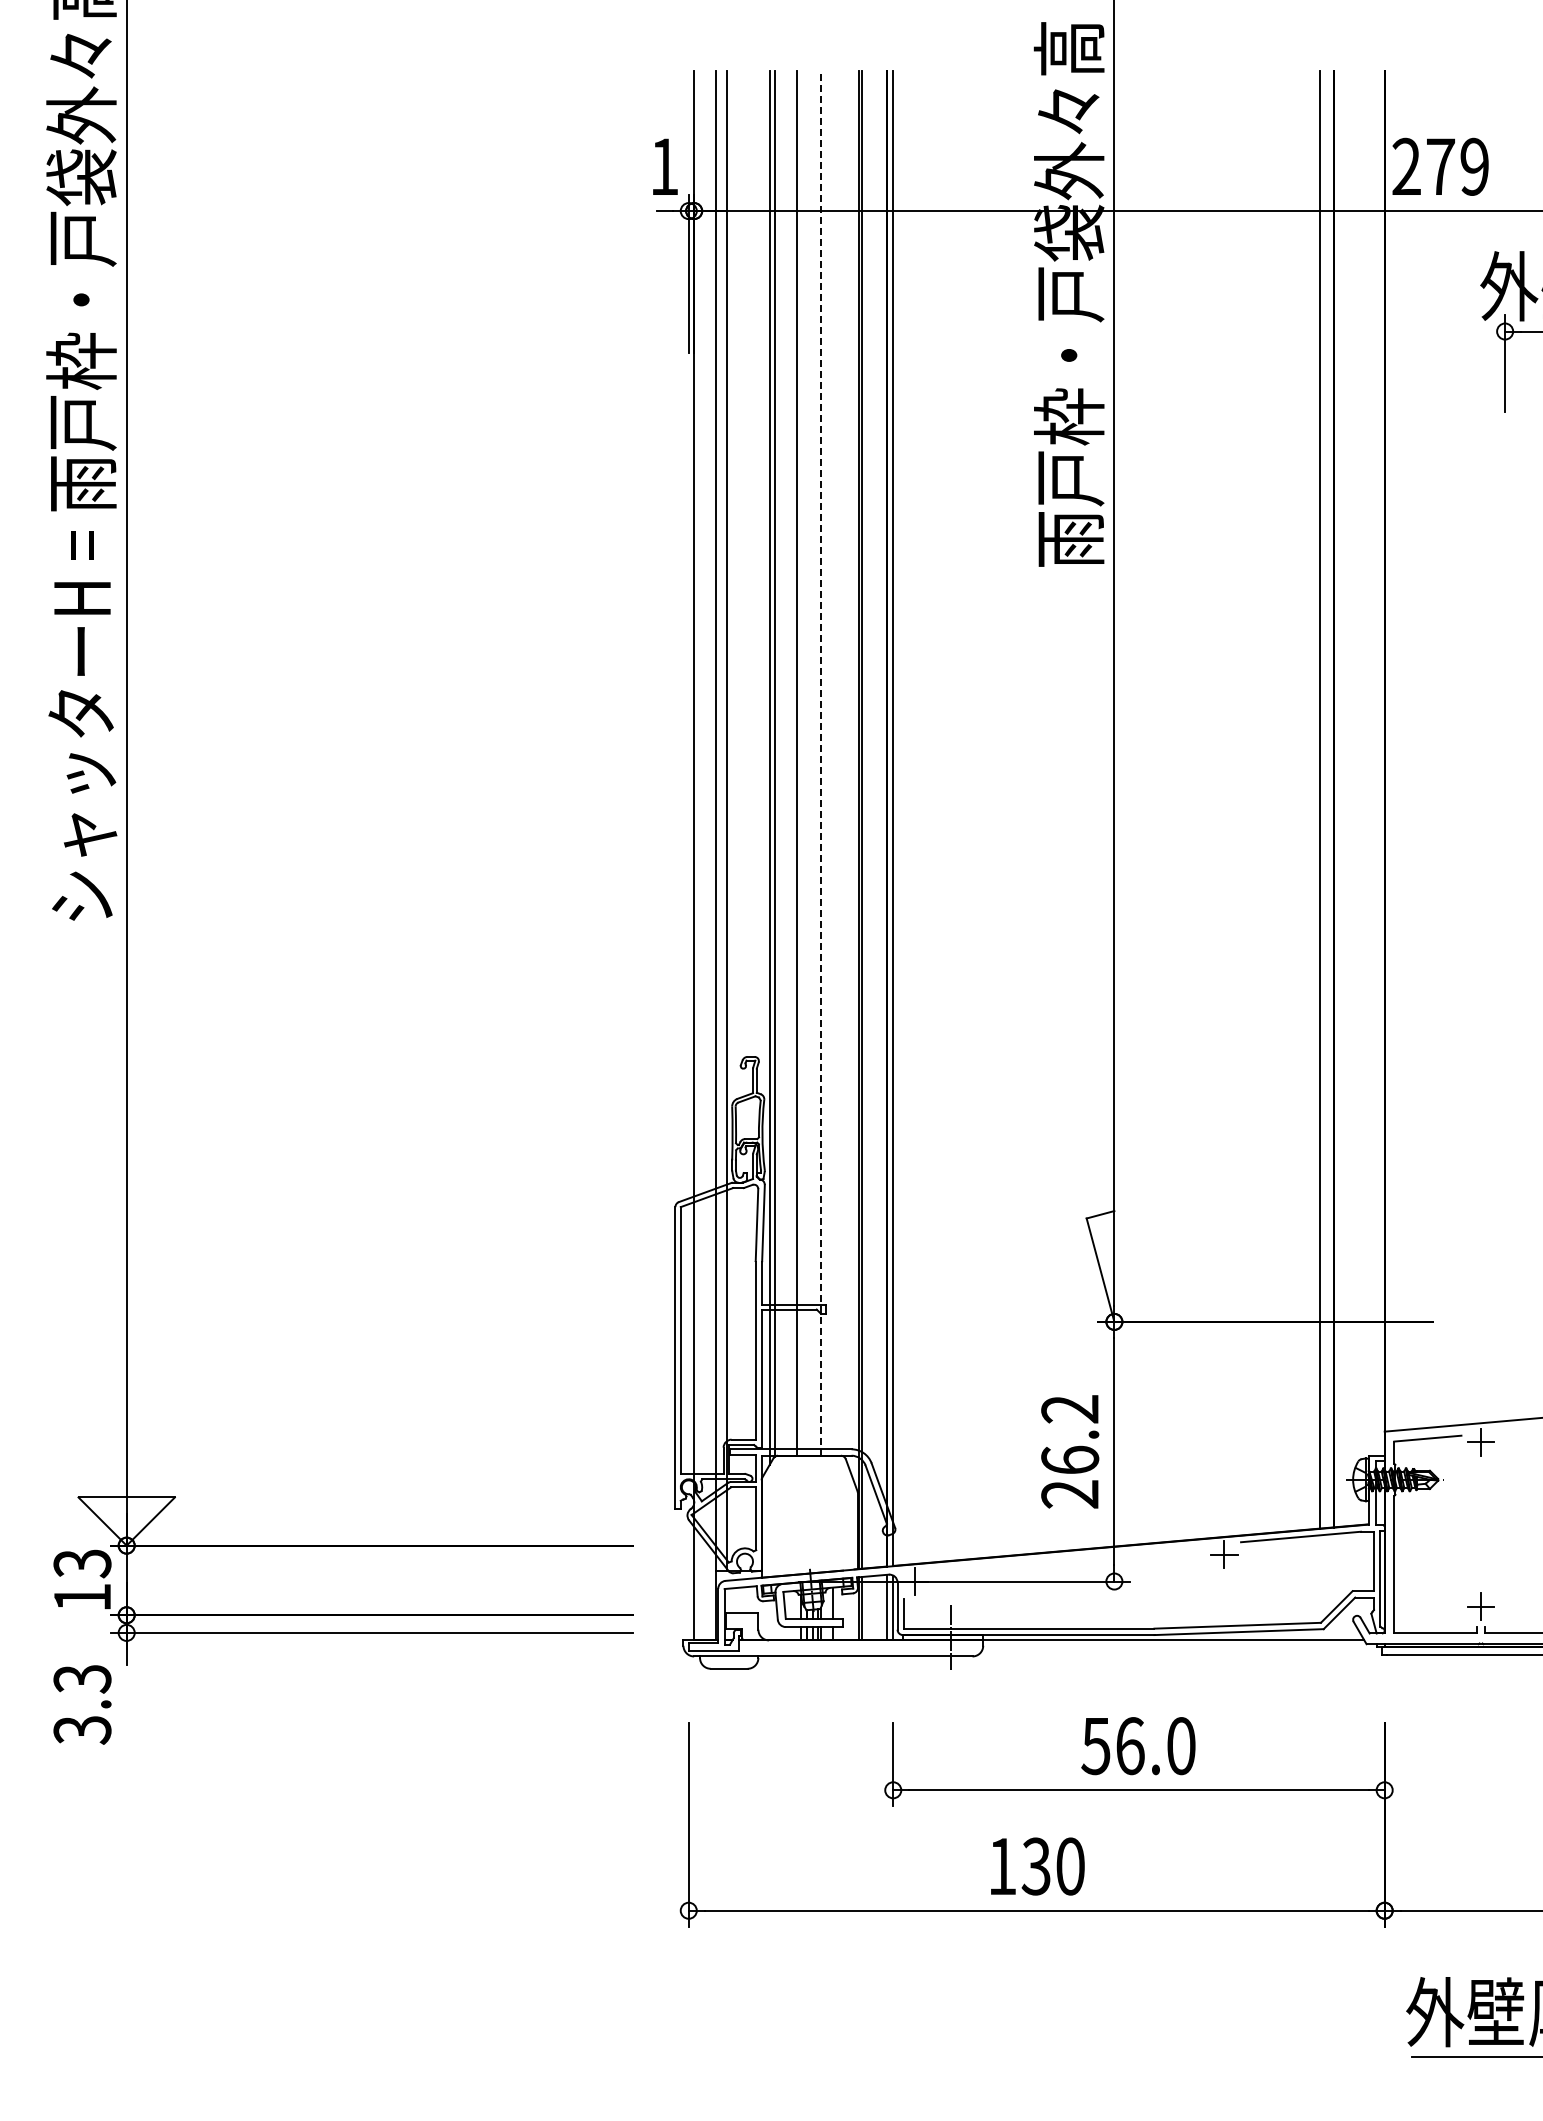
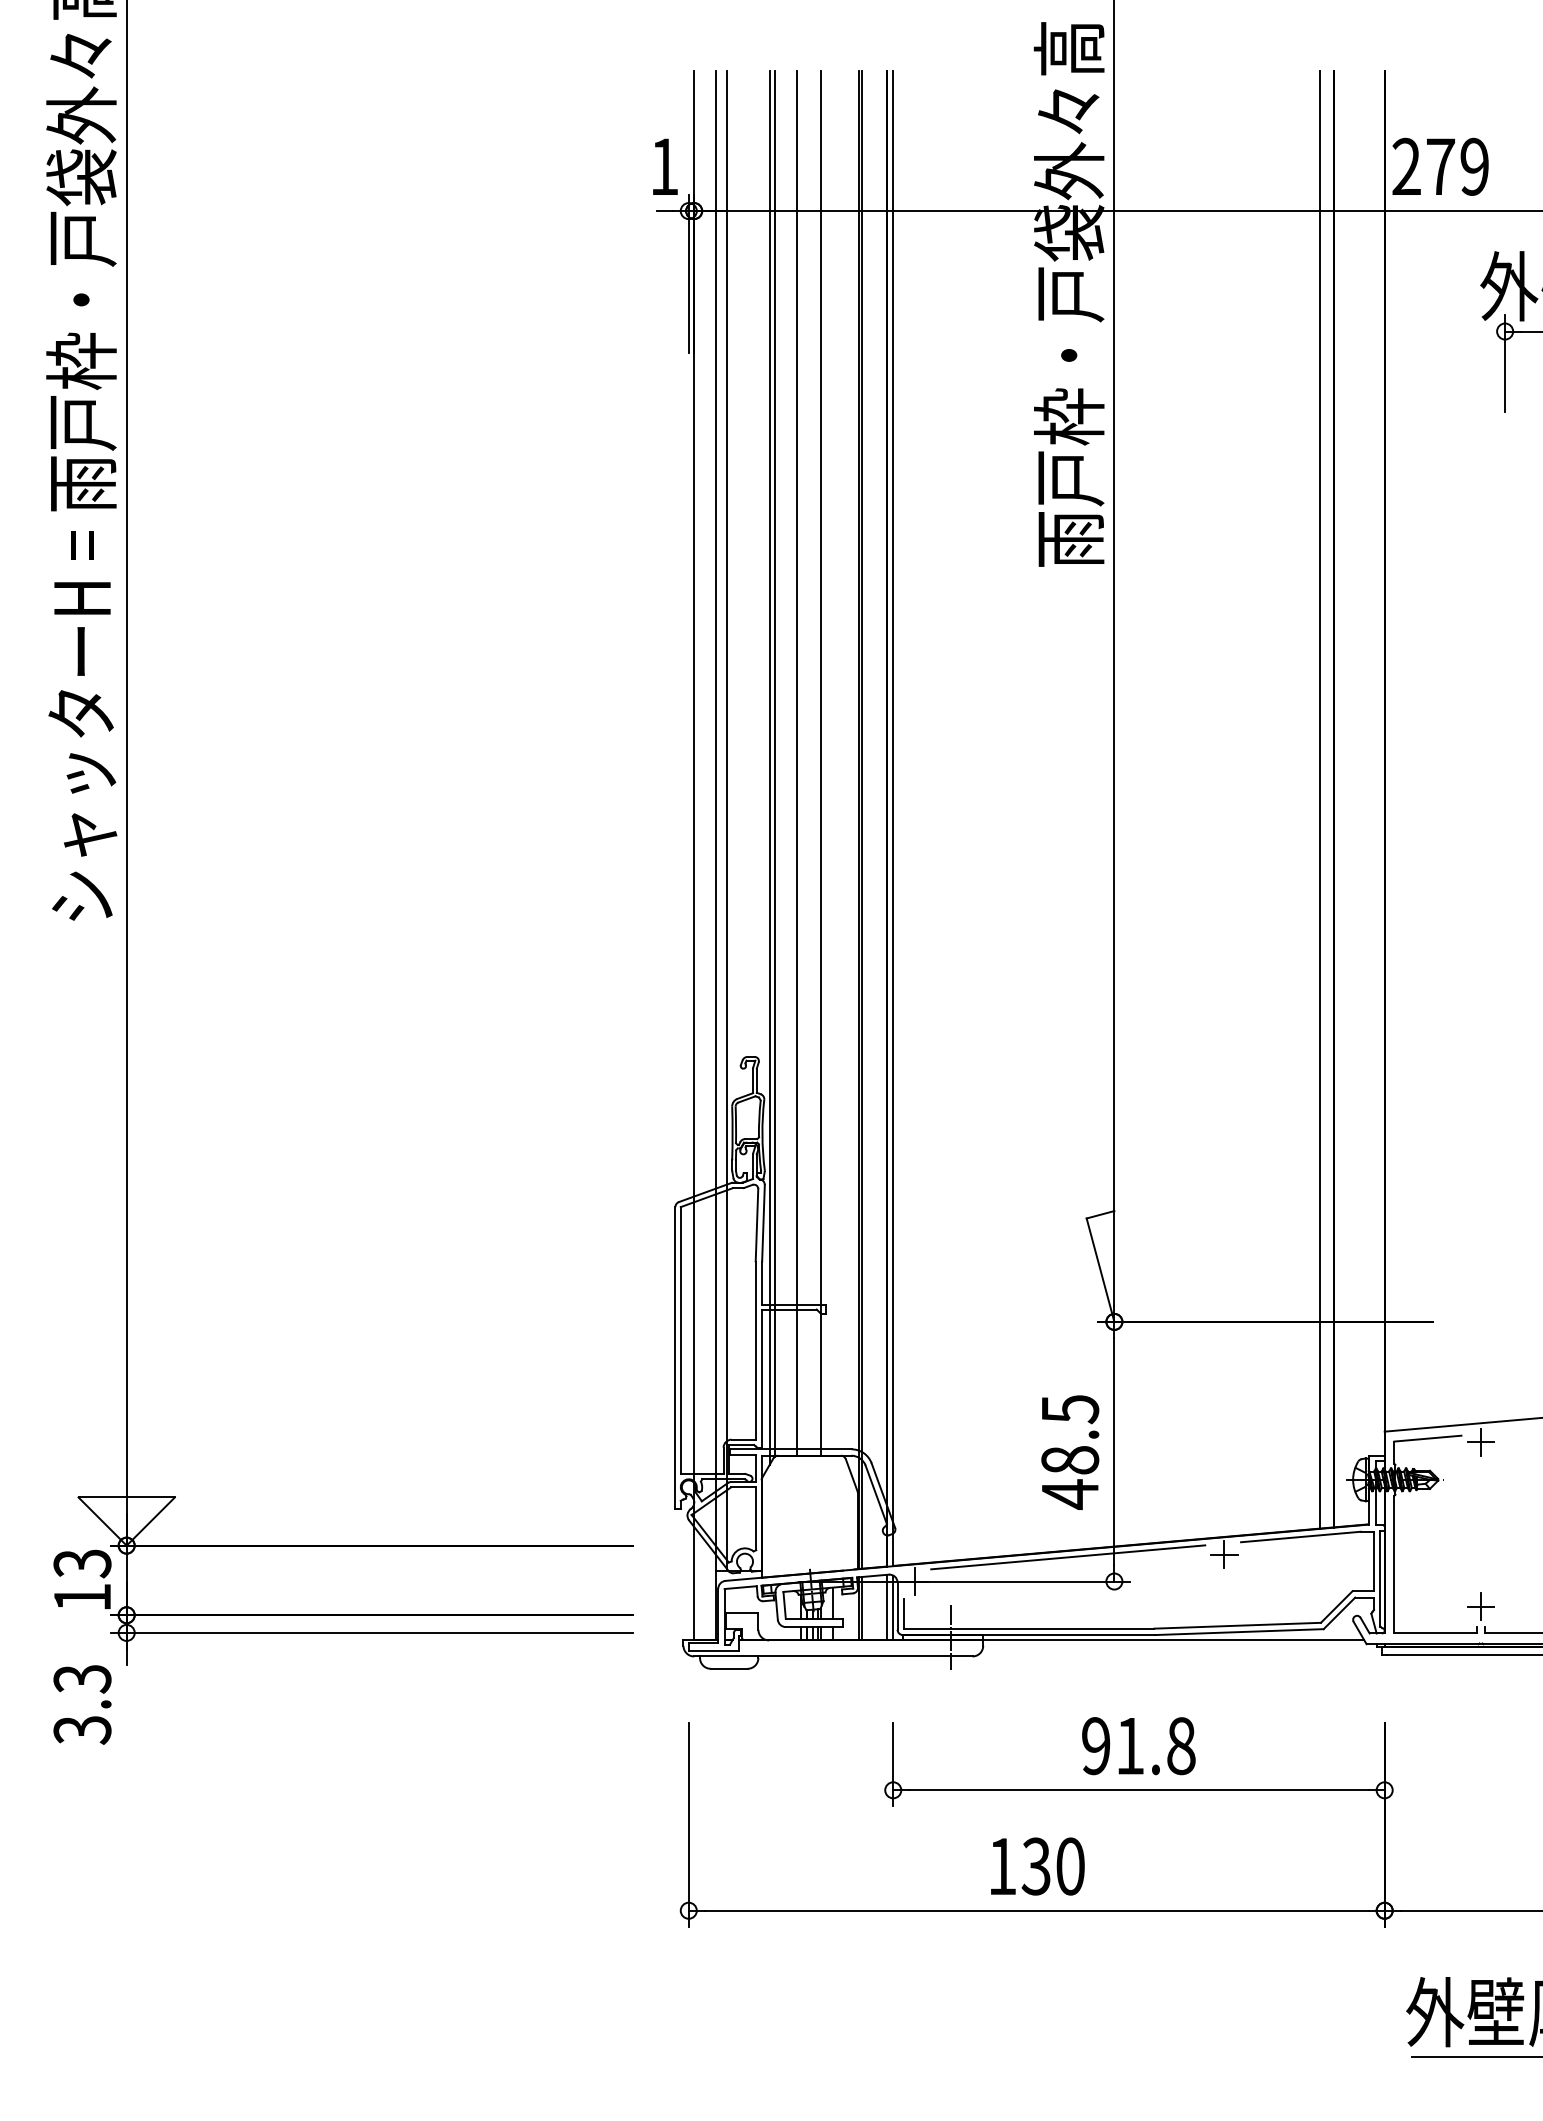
line at (821, 763): dashed -> solid
text at (1070, 1452): 26.2 -> 48.5
line at (1068, 1557): none -> present
text at (1138, 1746): 56.0 -> 91.8
